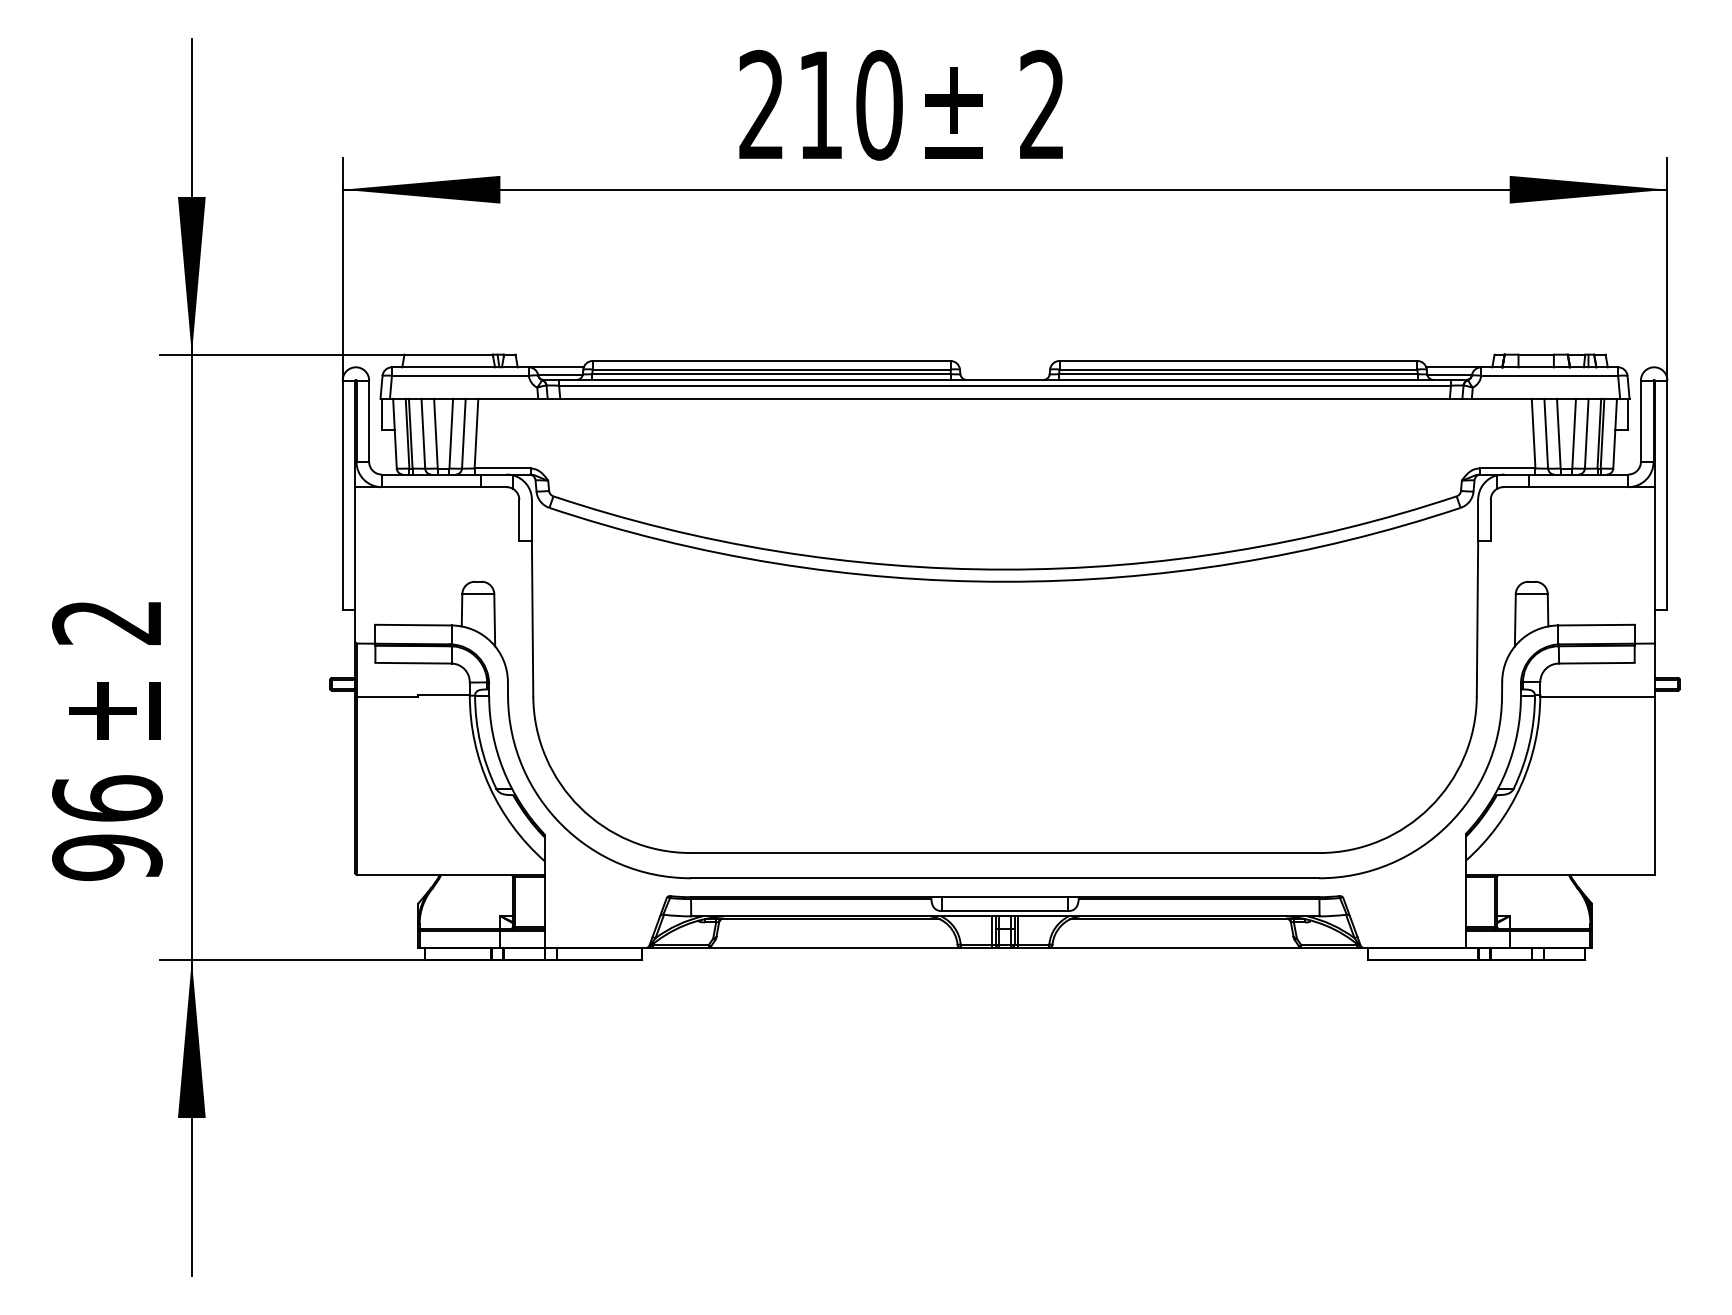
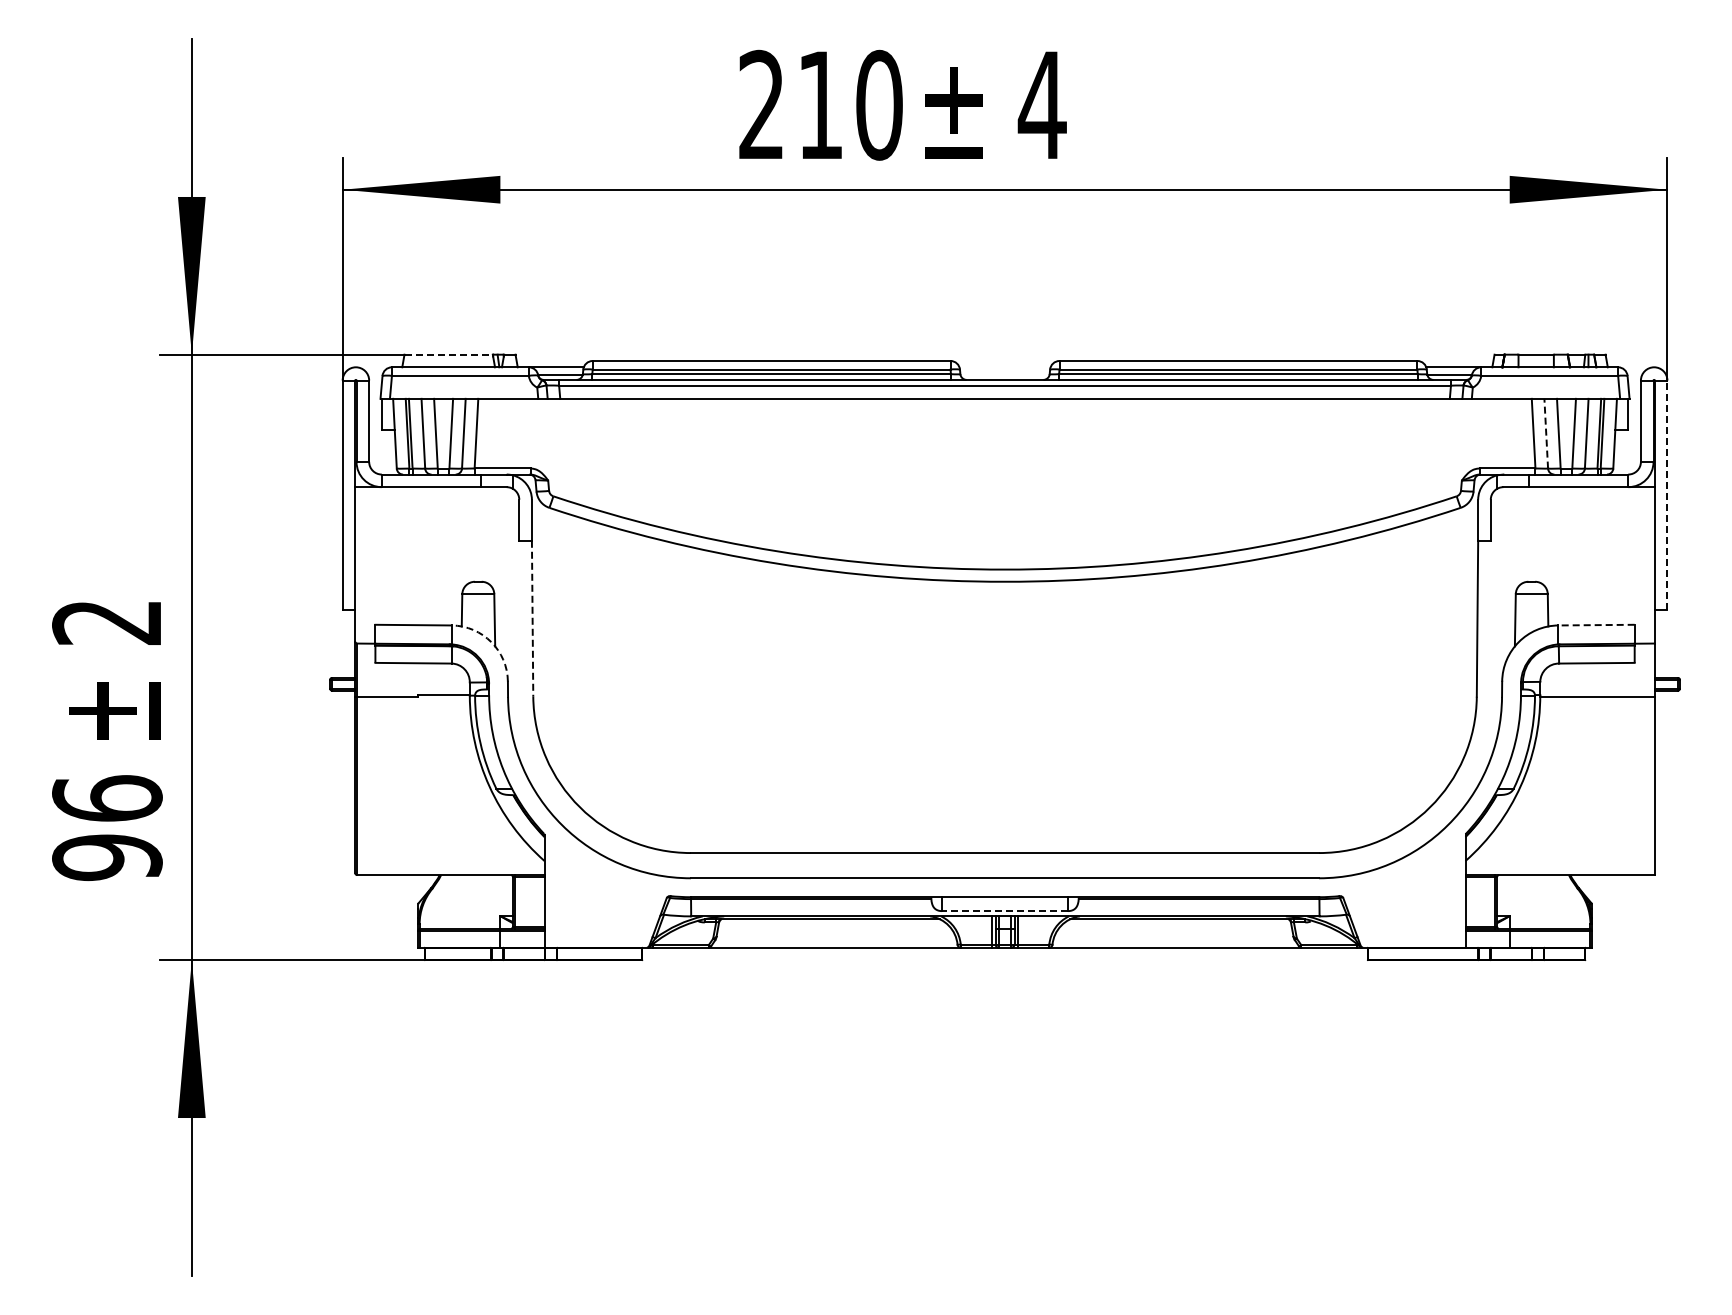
text at (1041, 103): 2 -> 4
line at (449, 354): solid -> dashed
line at (1546, 433): solid -> dashed
line at (1667, 495): solid -> dashed
line at (532, 618): solid -> dashed
line at (1596, 625): solid -> dashed
arc at (491, 642): solid -> dashed
line at (1004, 911): solid -> dashed
